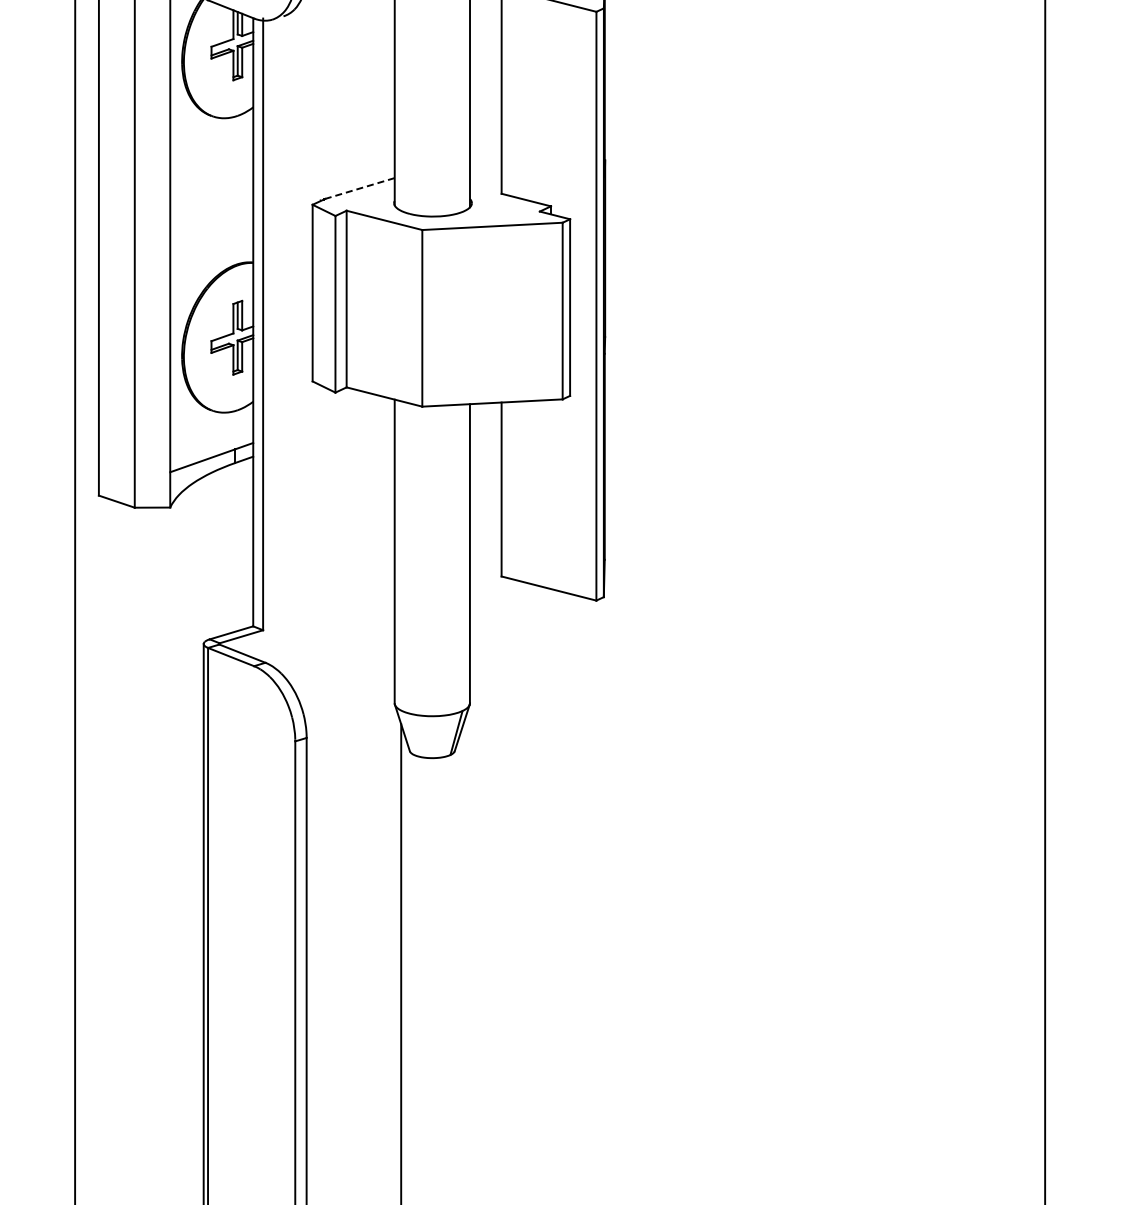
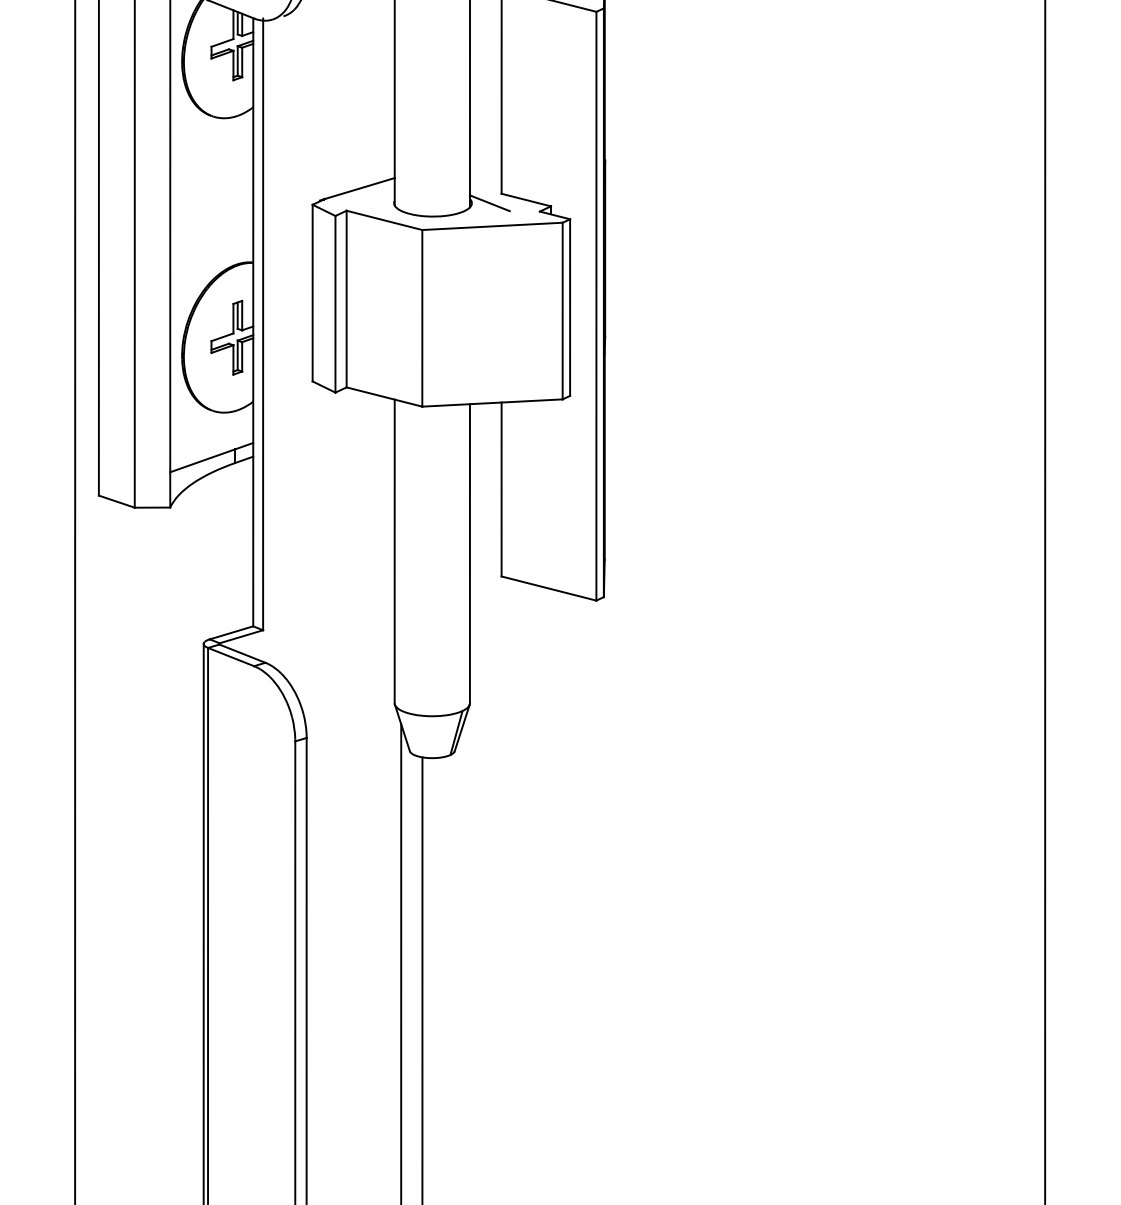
line at (356, 189): dashed -> solid
line at (489, 203): none -> present
line at (422, 979): none -> present
